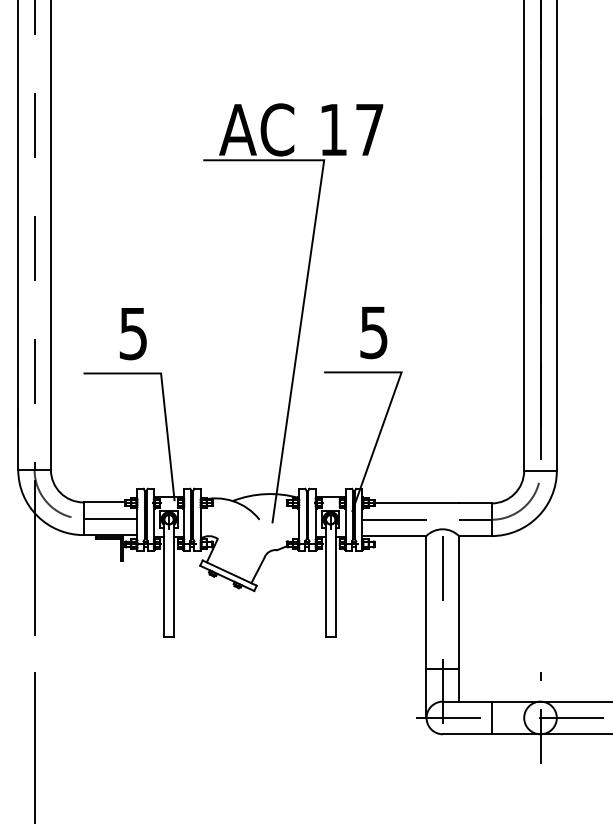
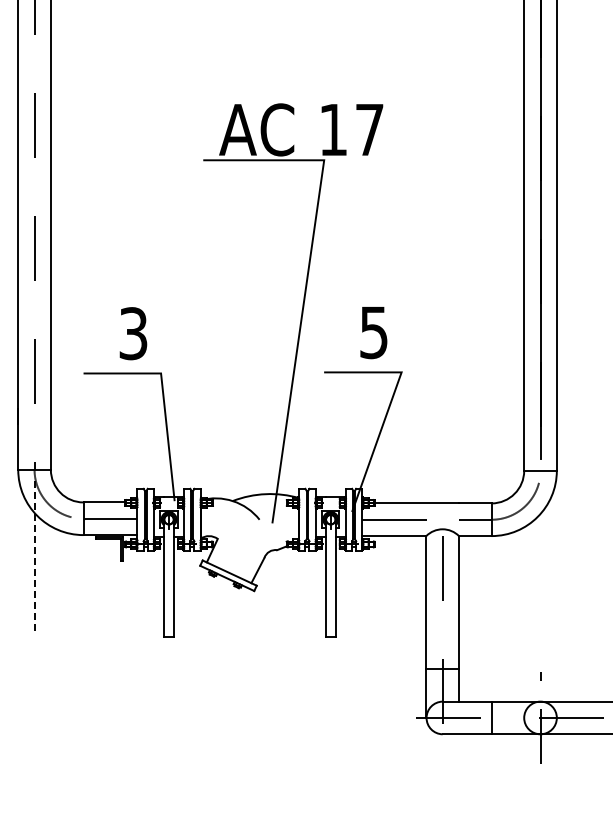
text at (133, 333): 5 -> 3
line at (34, 558): solid -> dashed
line at (34, 746): present -> none
